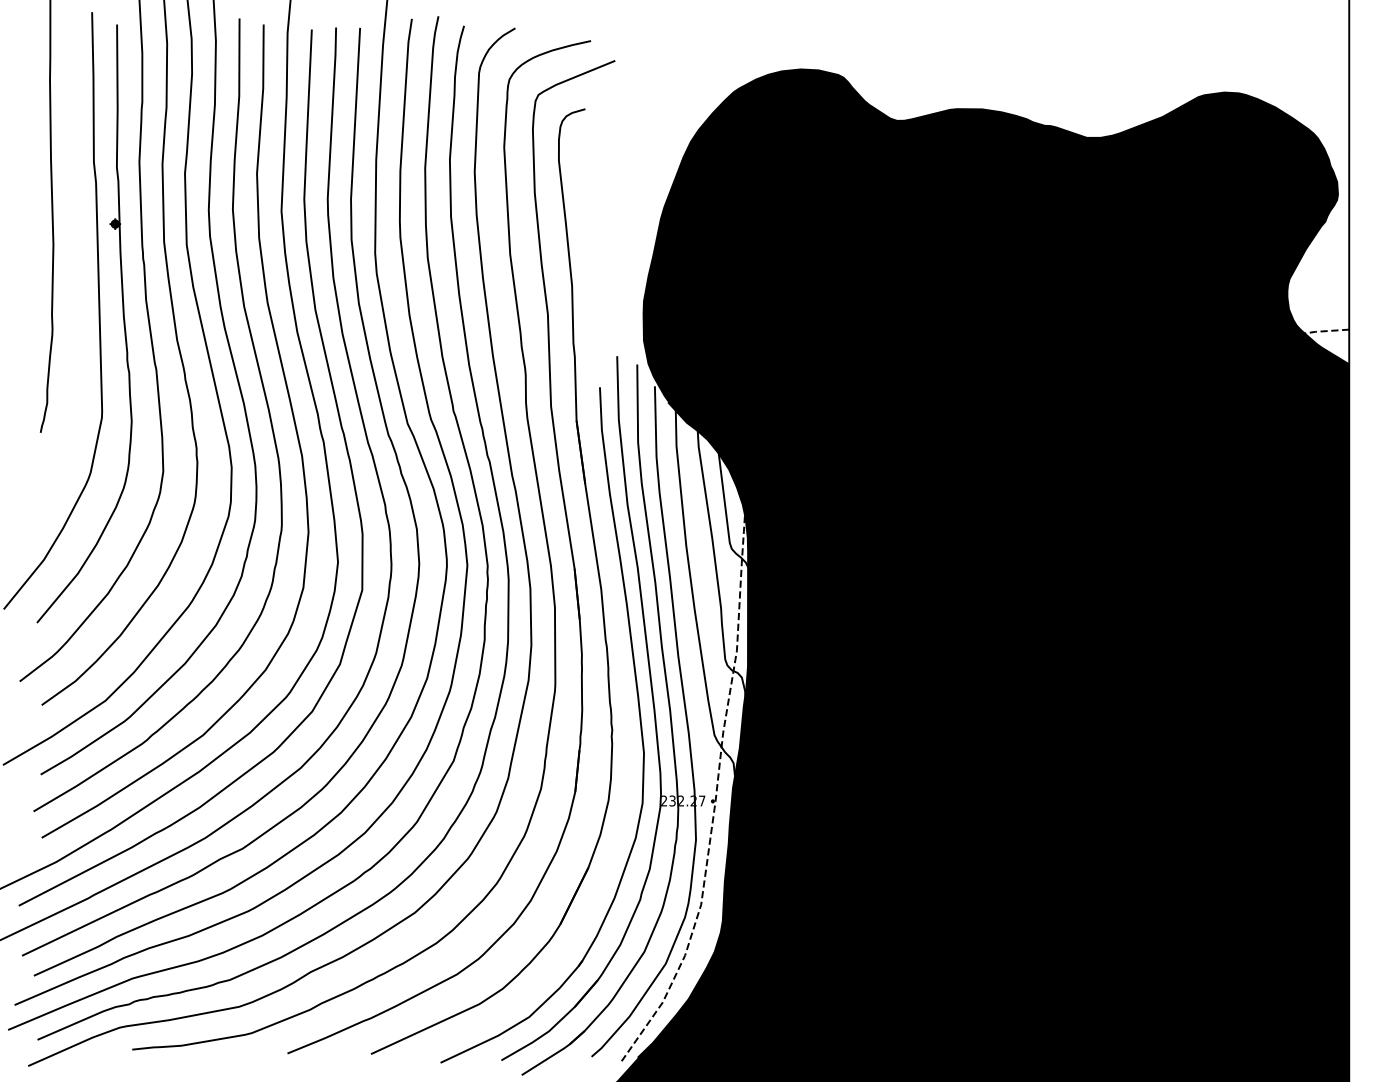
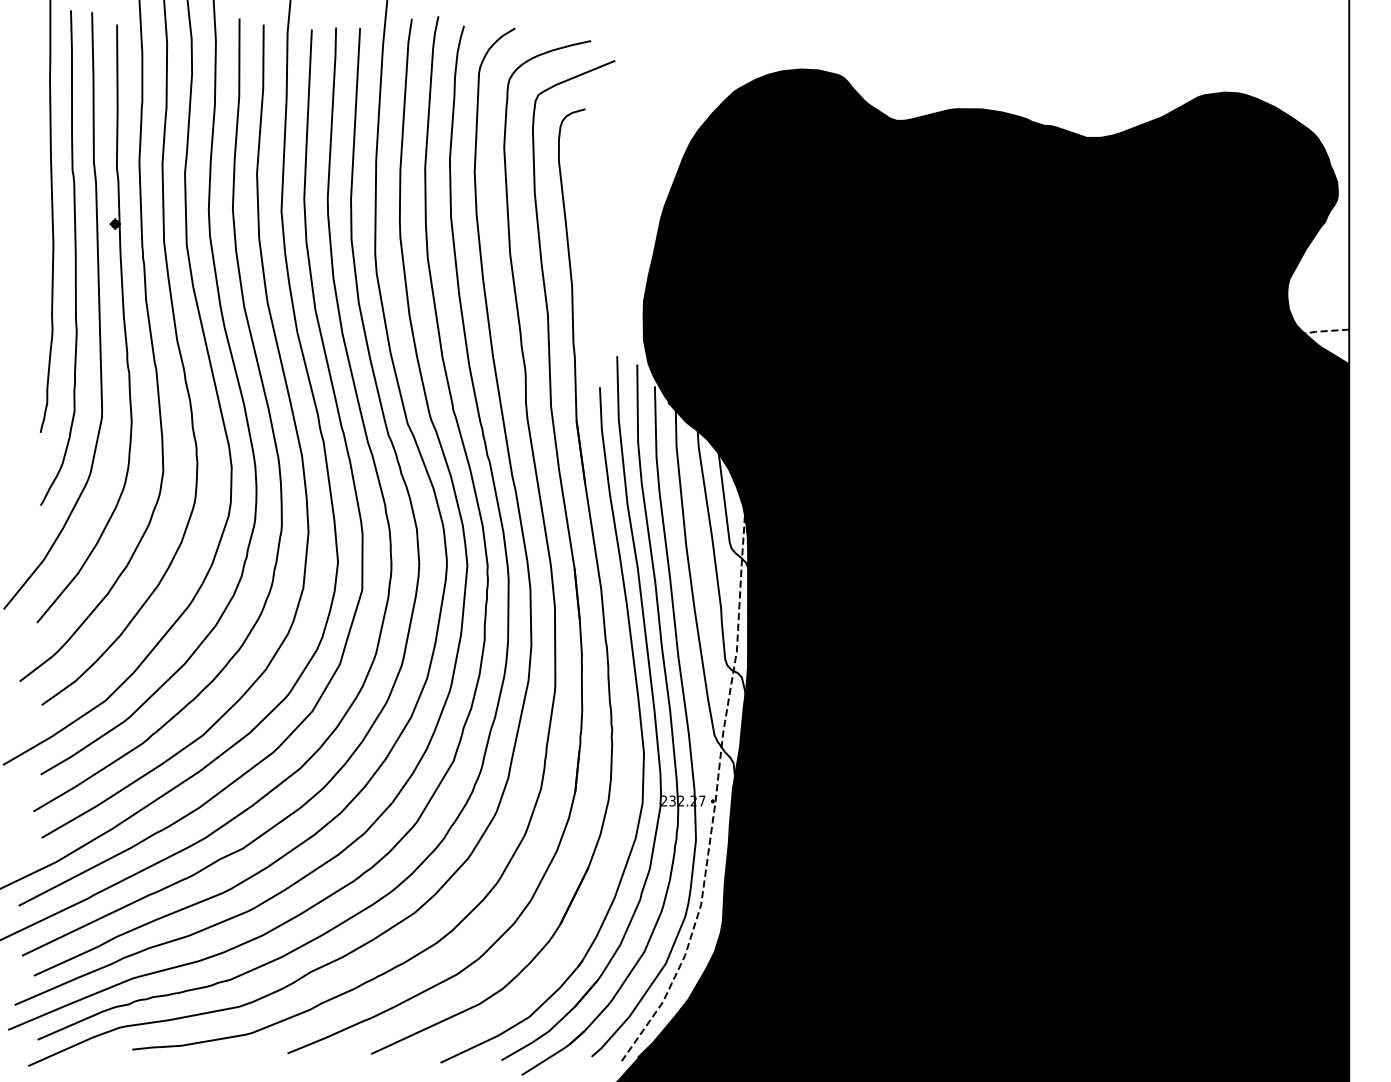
curve at (74, 257): none -> present
